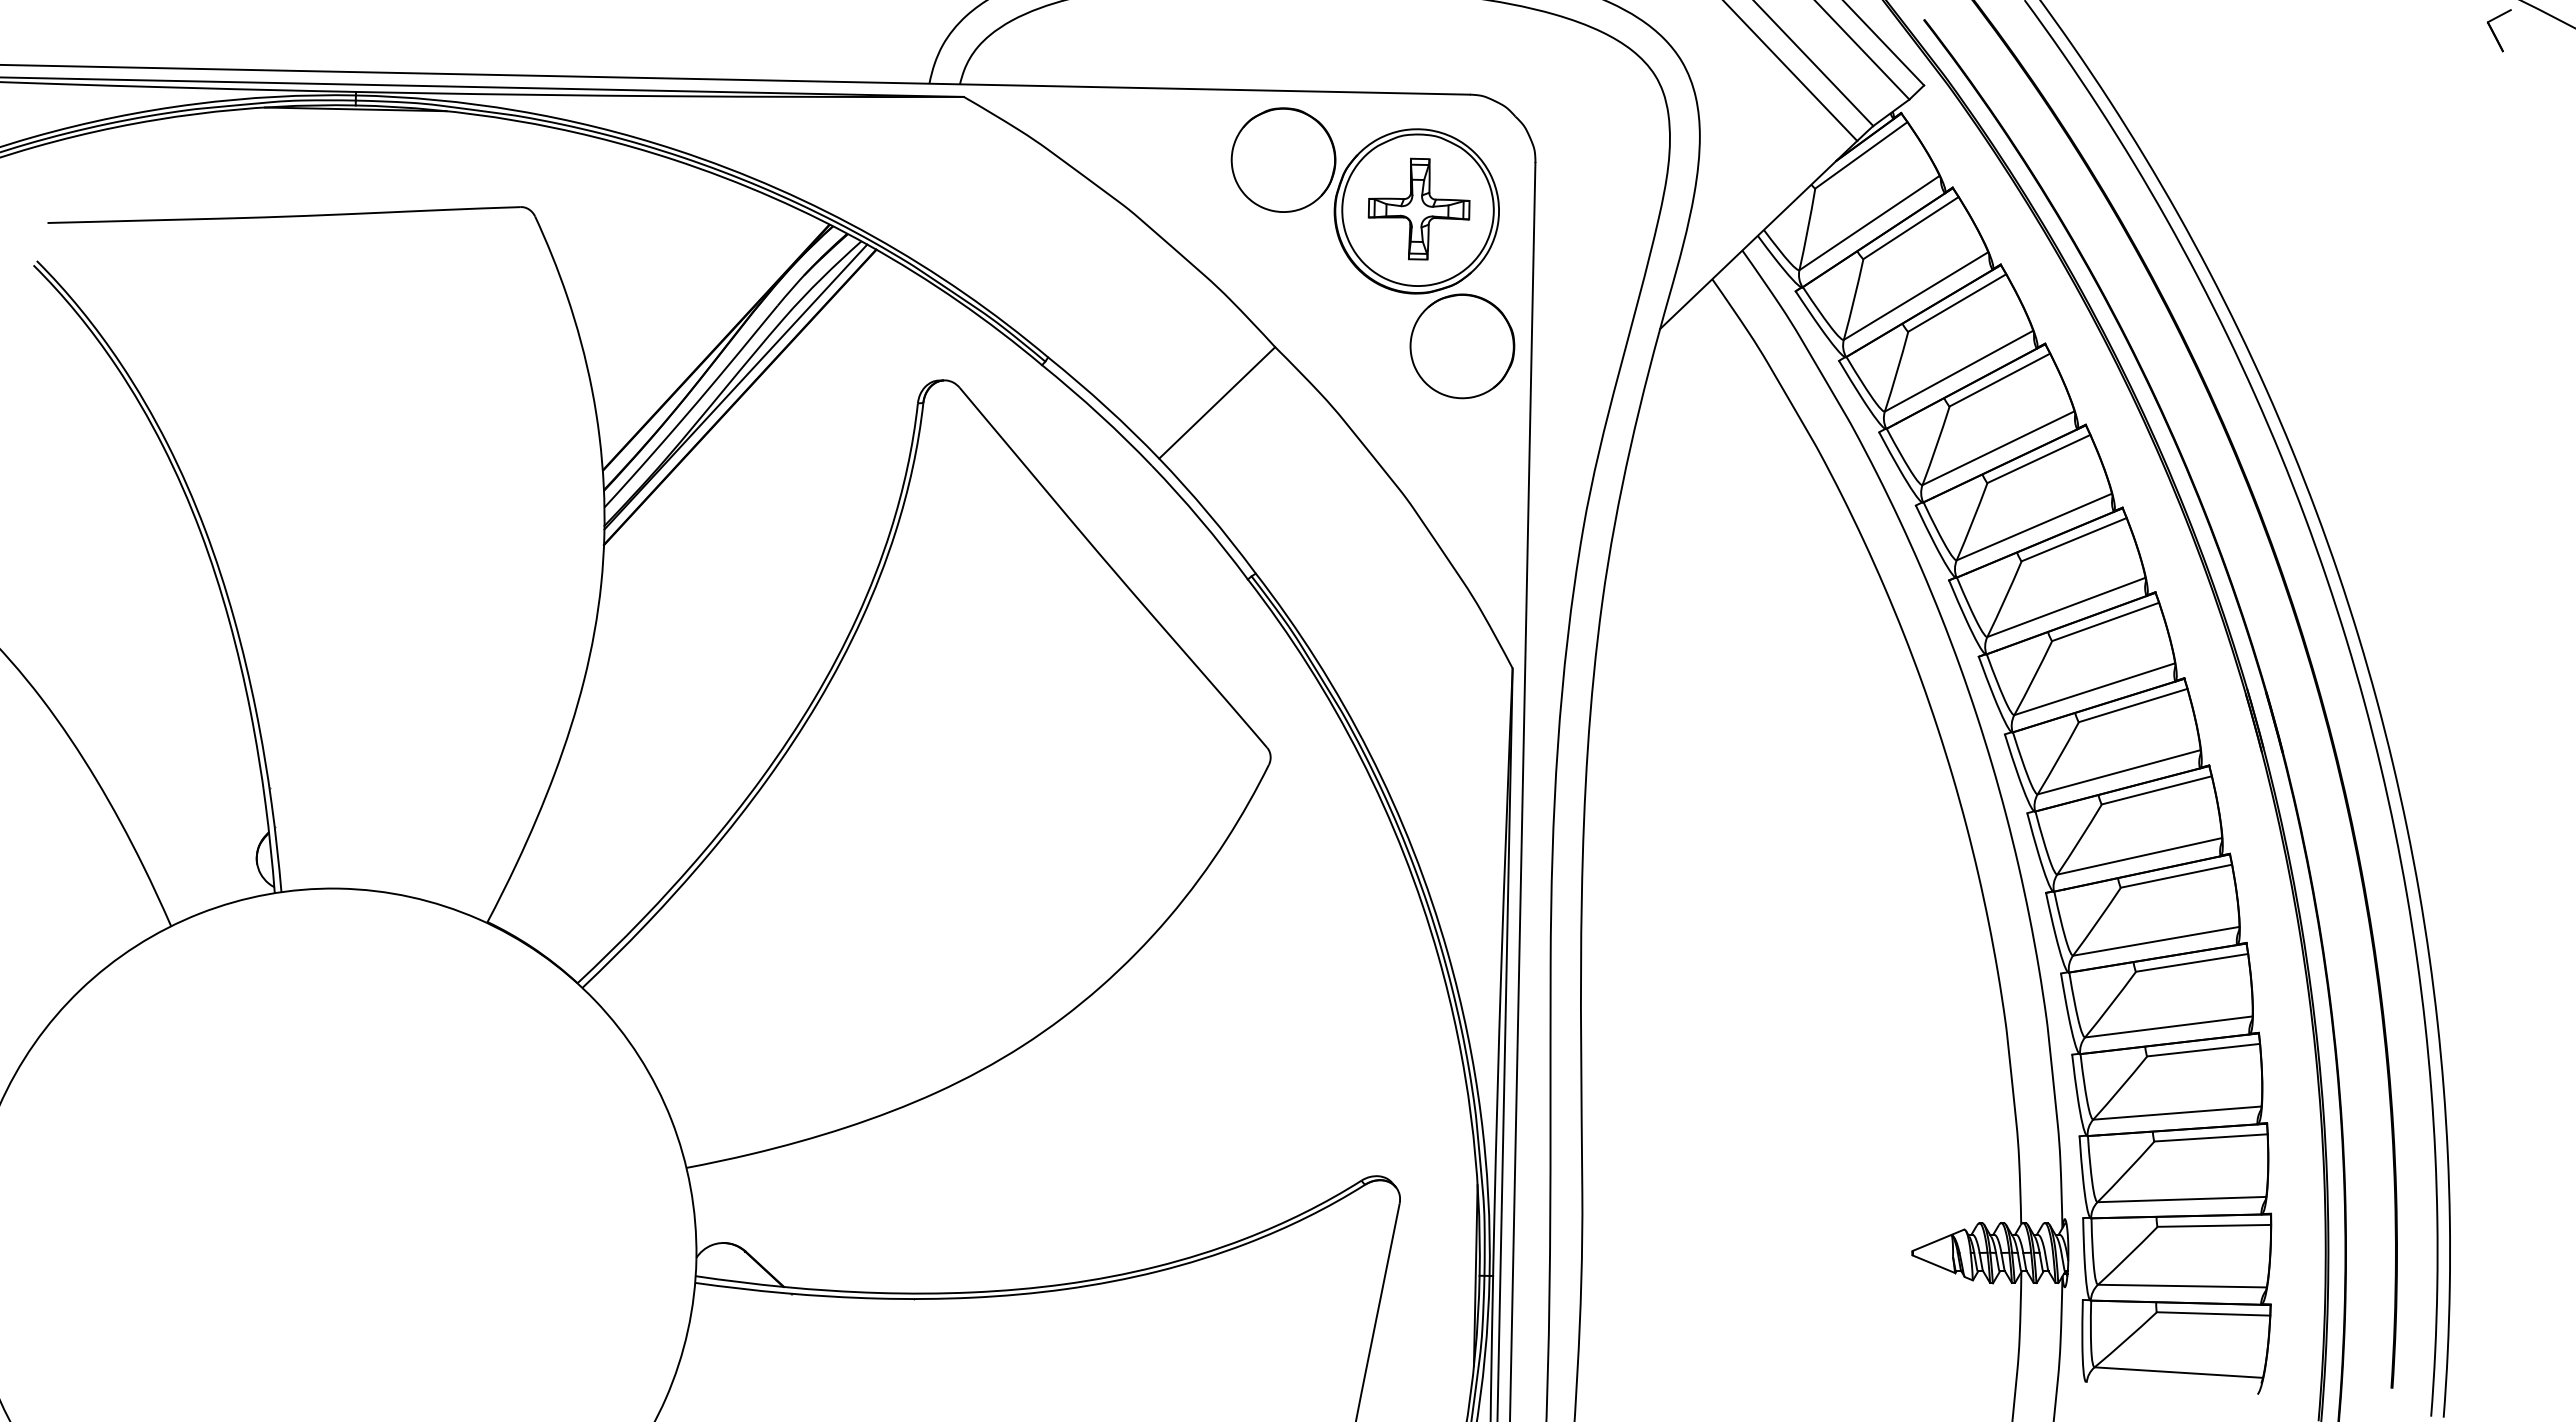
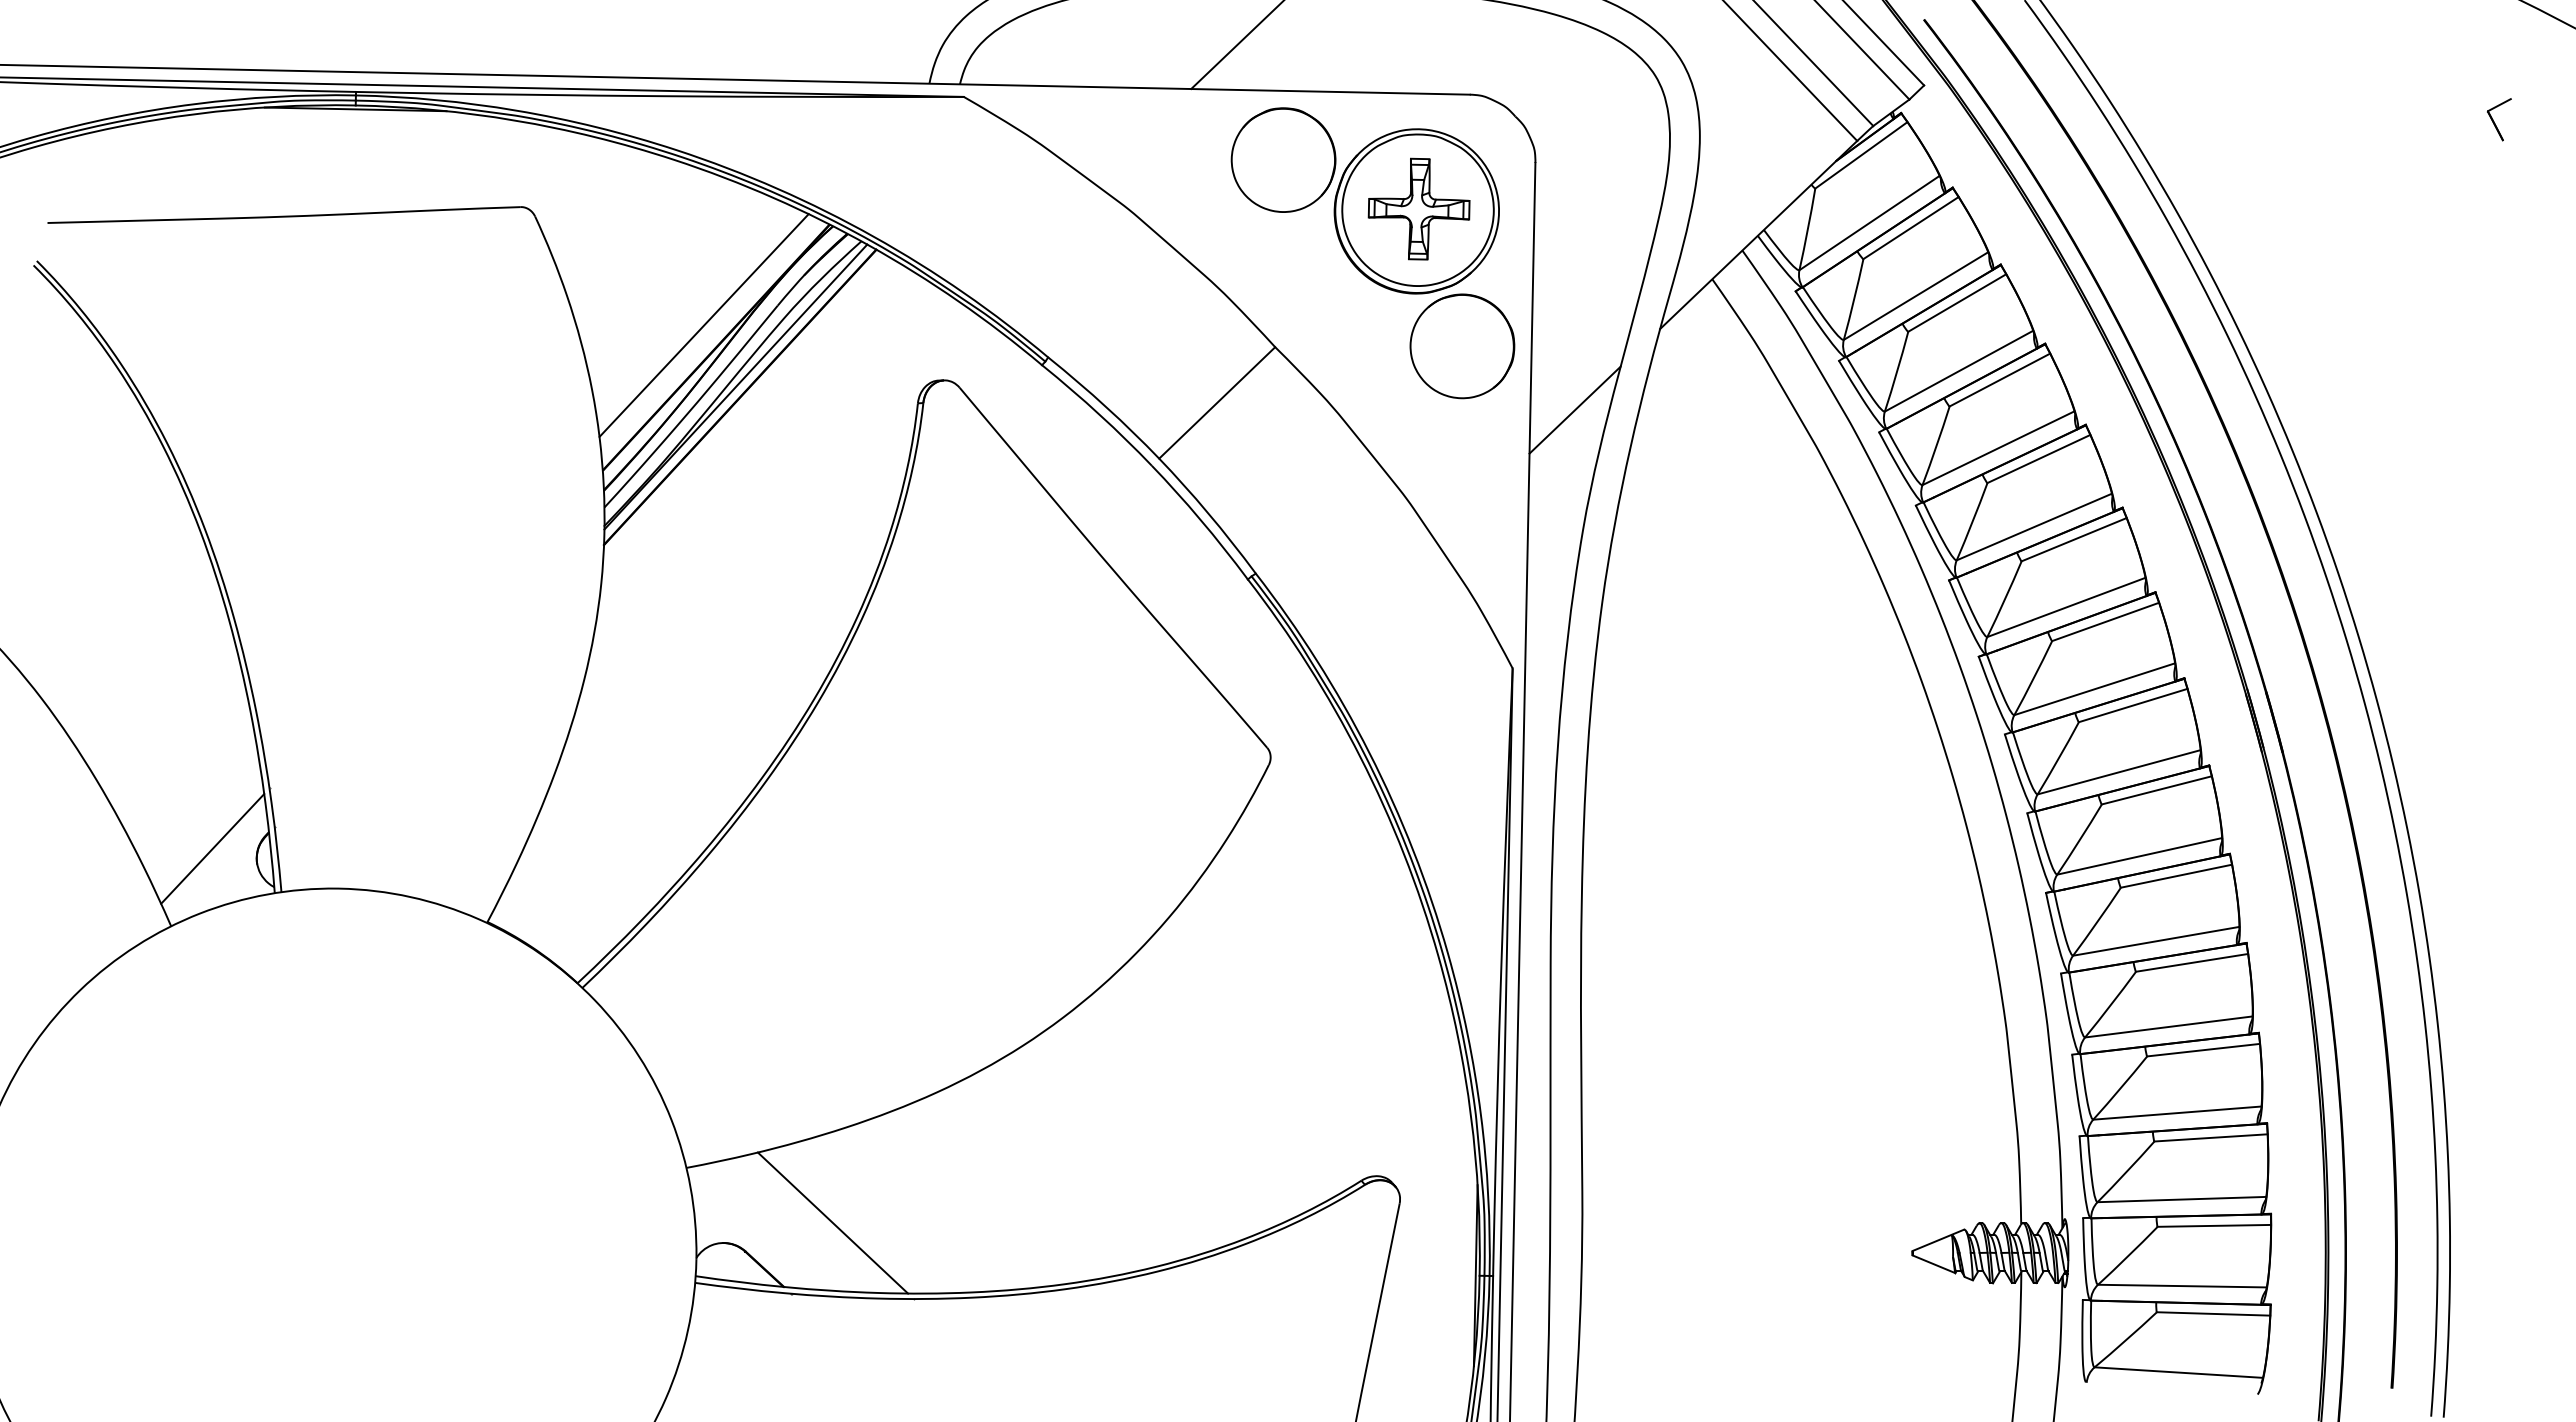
part at (2499, 30) position: (2499, 30) -> (2499, 119)
line at (1236, 45): none -> present
line at (703, 325): none -> present
line at (1574, 409): none -> present
line at (212, 848): none -> present
line at (832, 1222): none -> present
